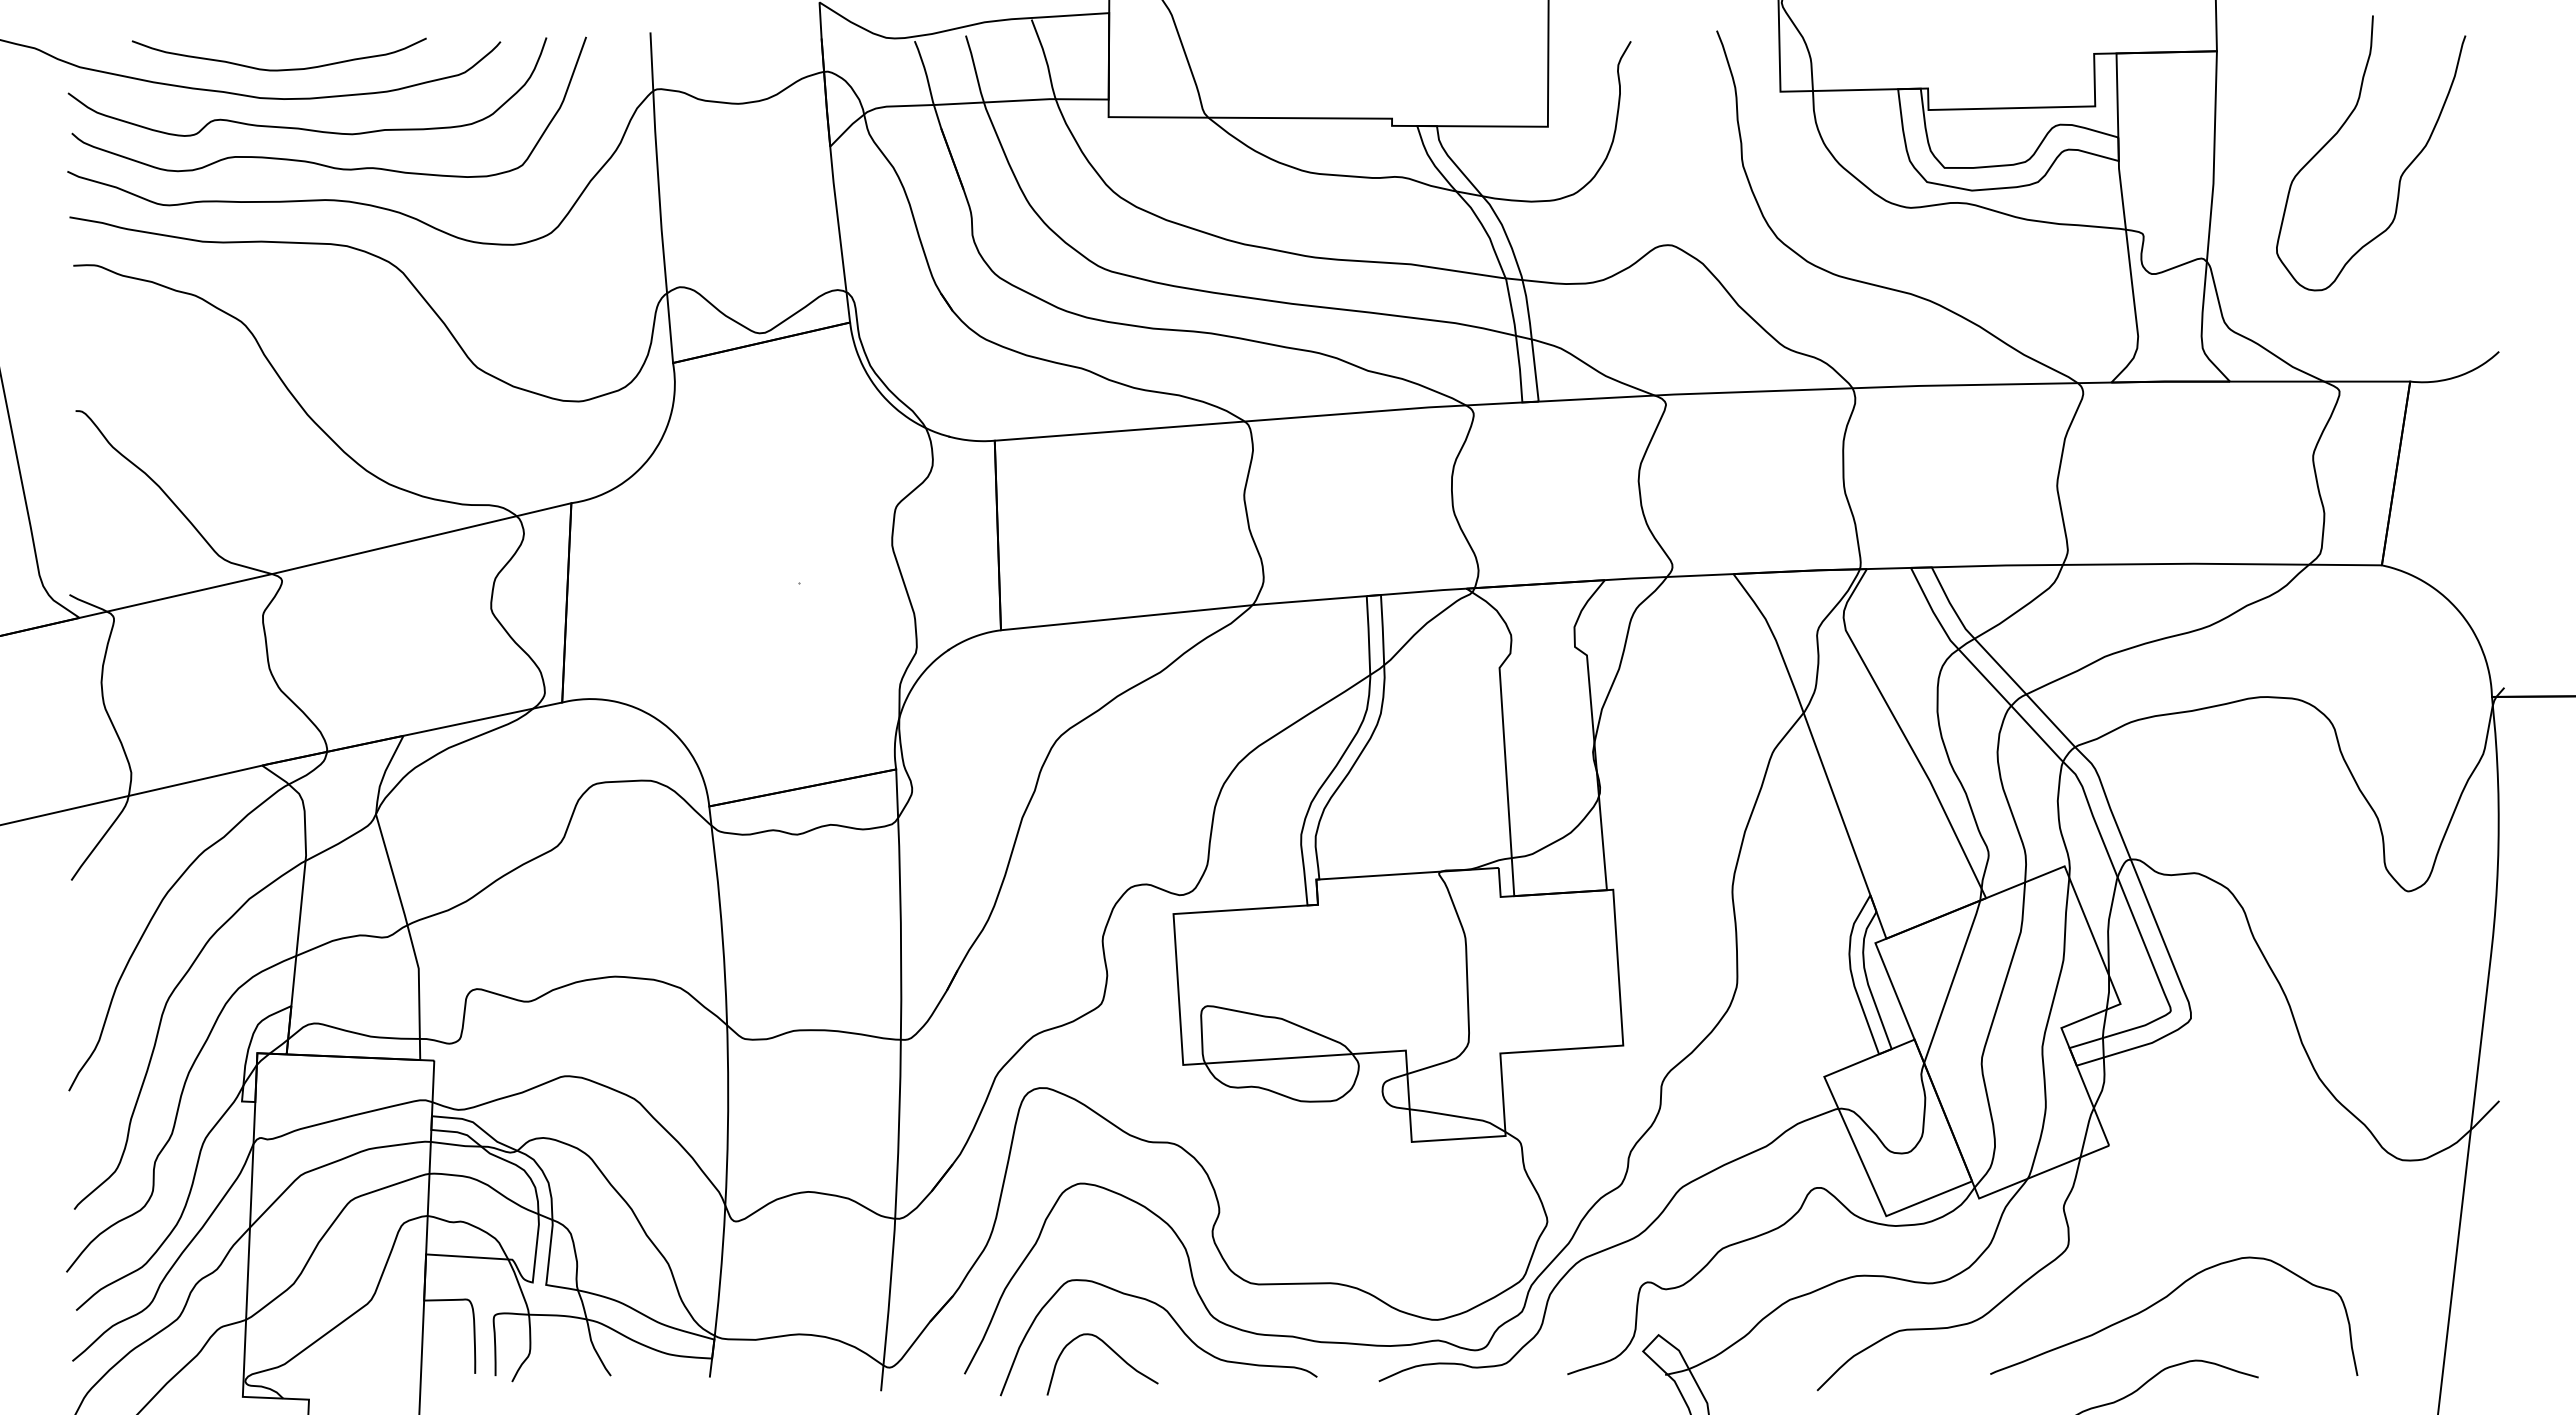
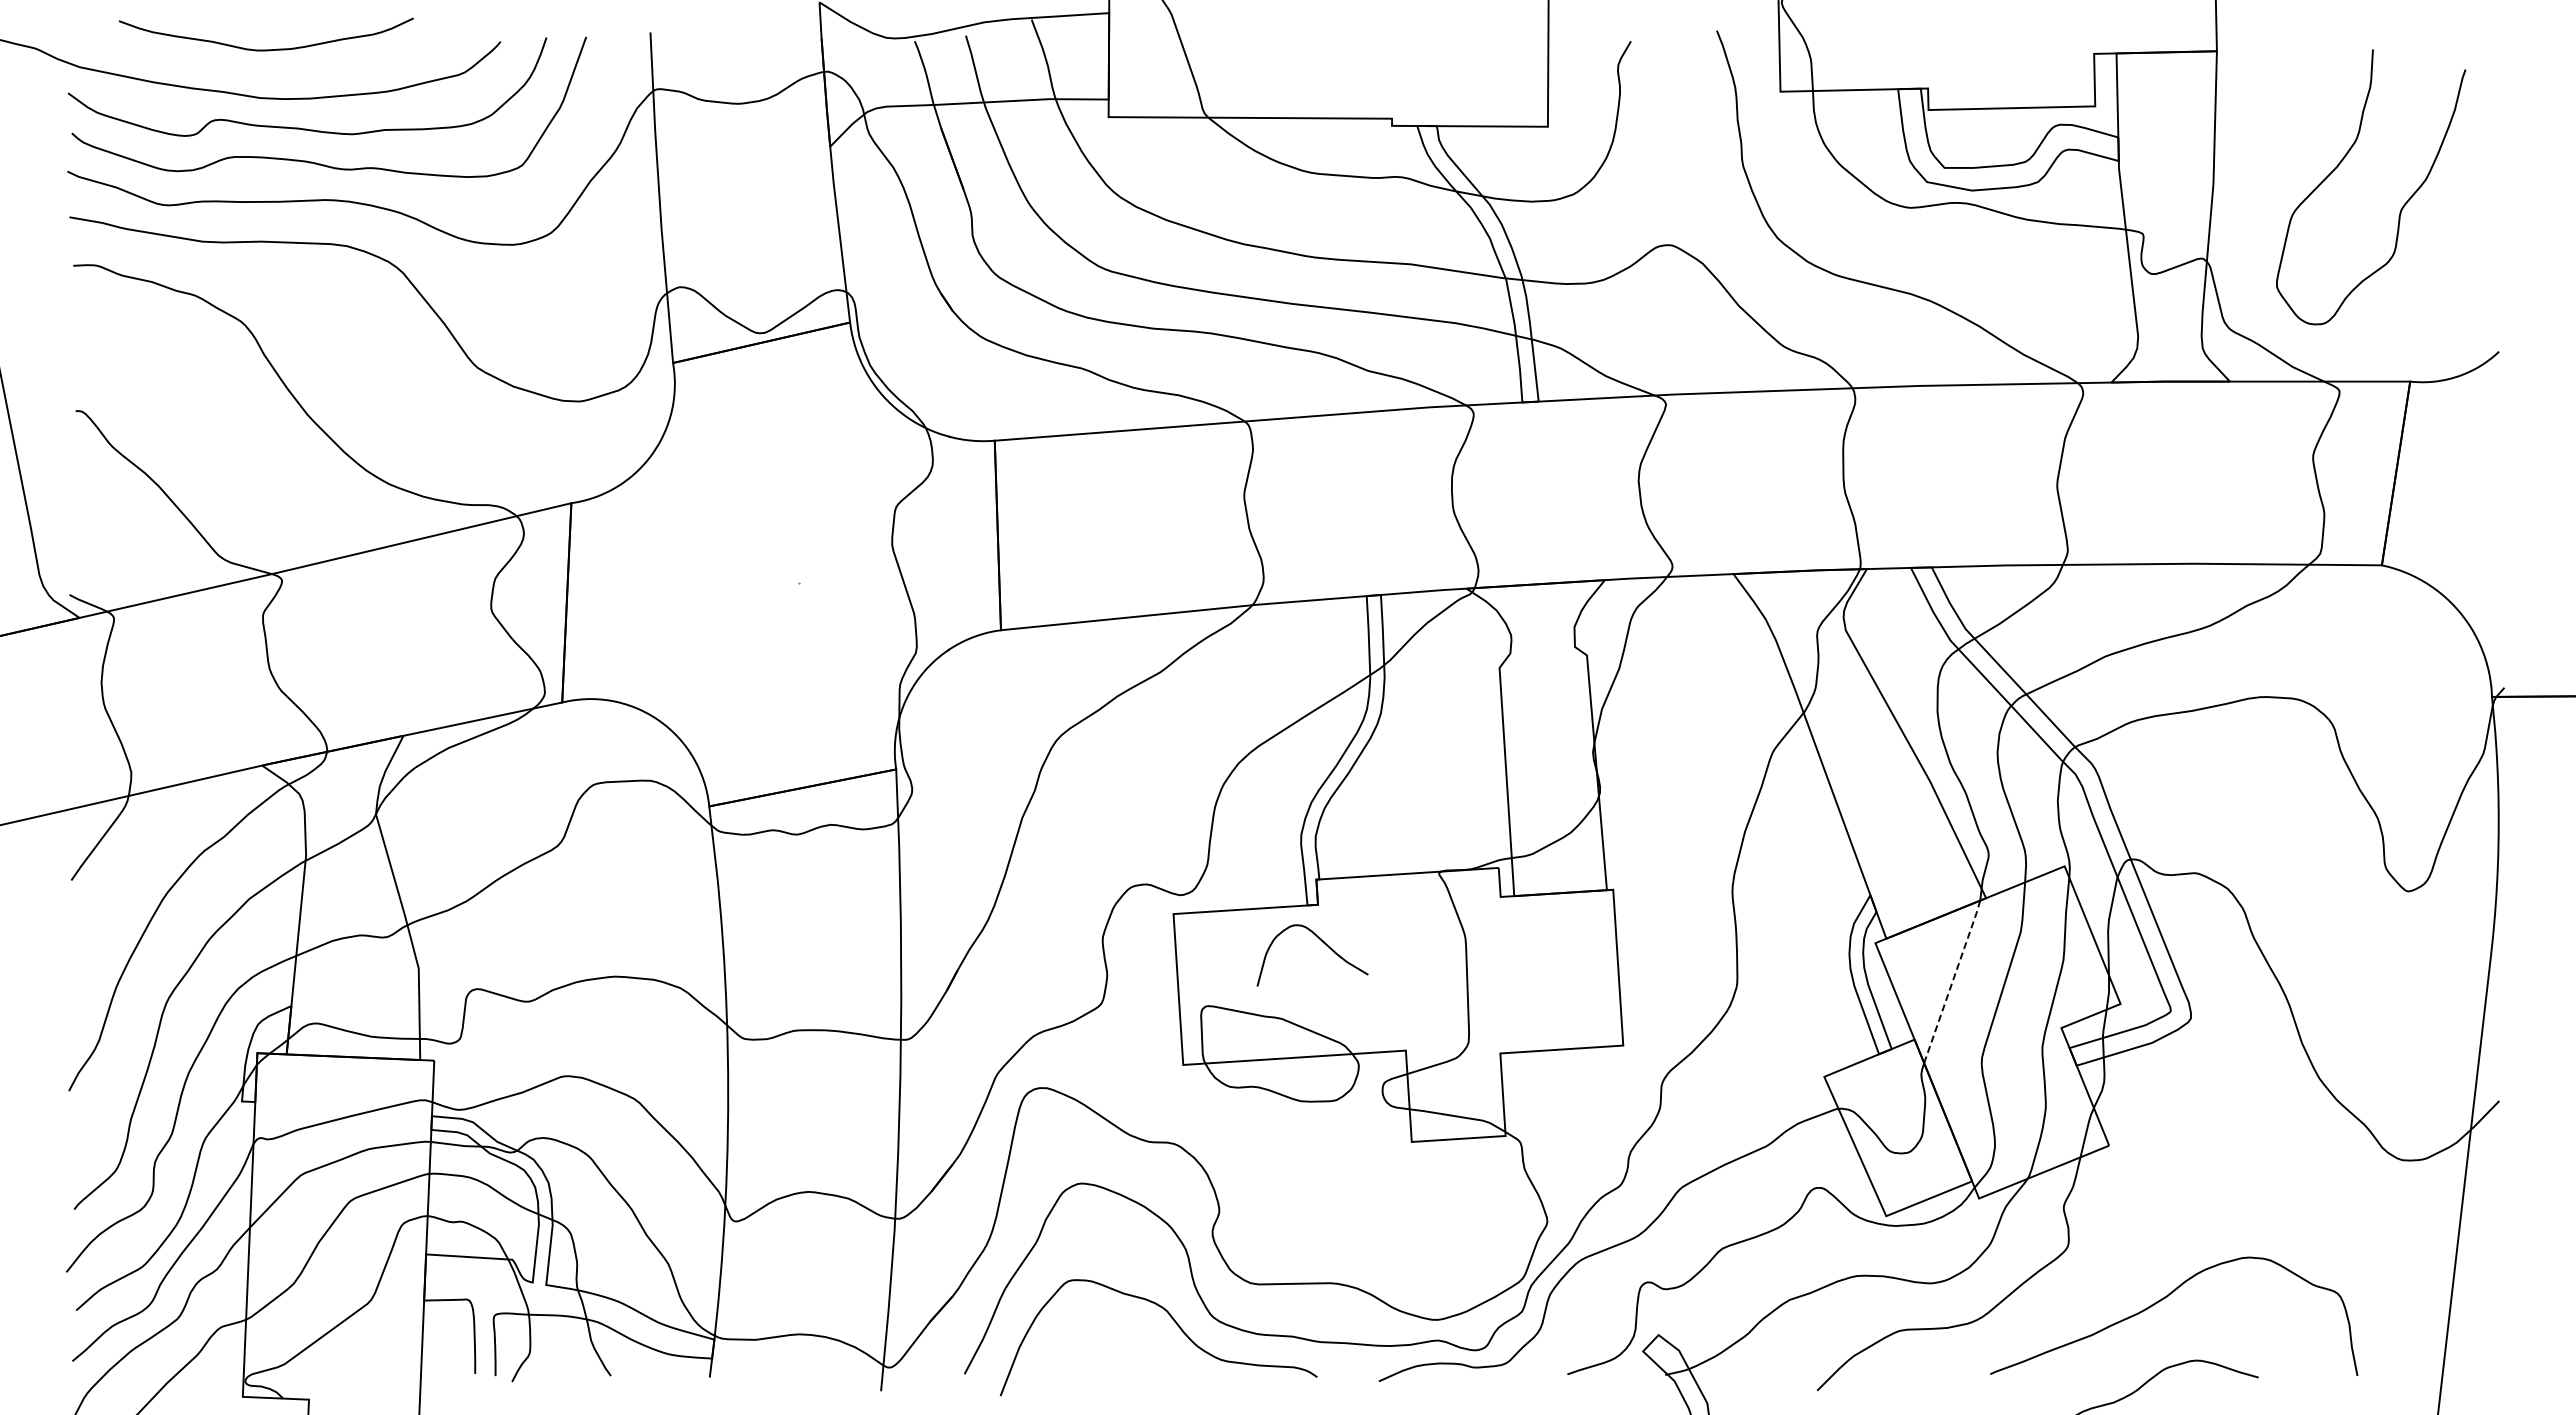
curve at (278, 69) position: (278, 69) -> (265, 49)
curve at (2401, 173) position: (2401, 173) -> (2401, 207)
line at (1952, 981): solid -> dashed
curve at (1113, 1352) position: (1113, 1352) -> (1323, 943)
